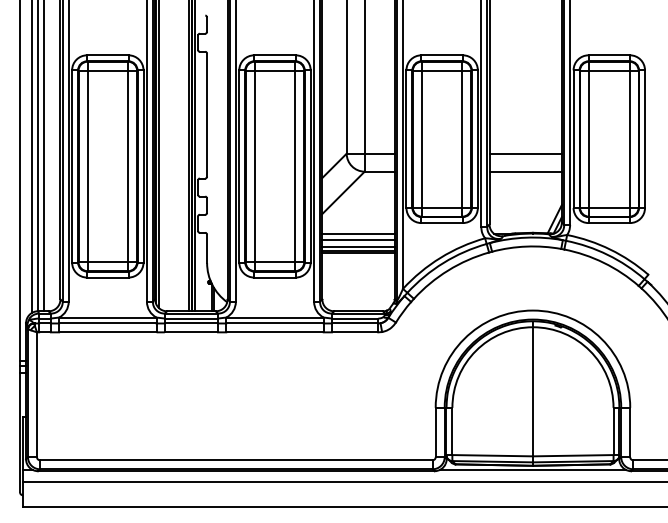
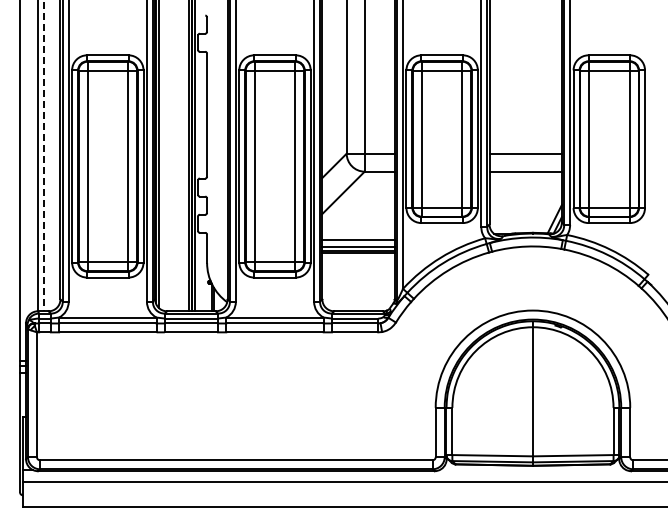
line at (44, 156): solid -> dashed
line at (32, 157): present -> none
line at (358, 233): present -> none
line at (532, 469): present -> none
